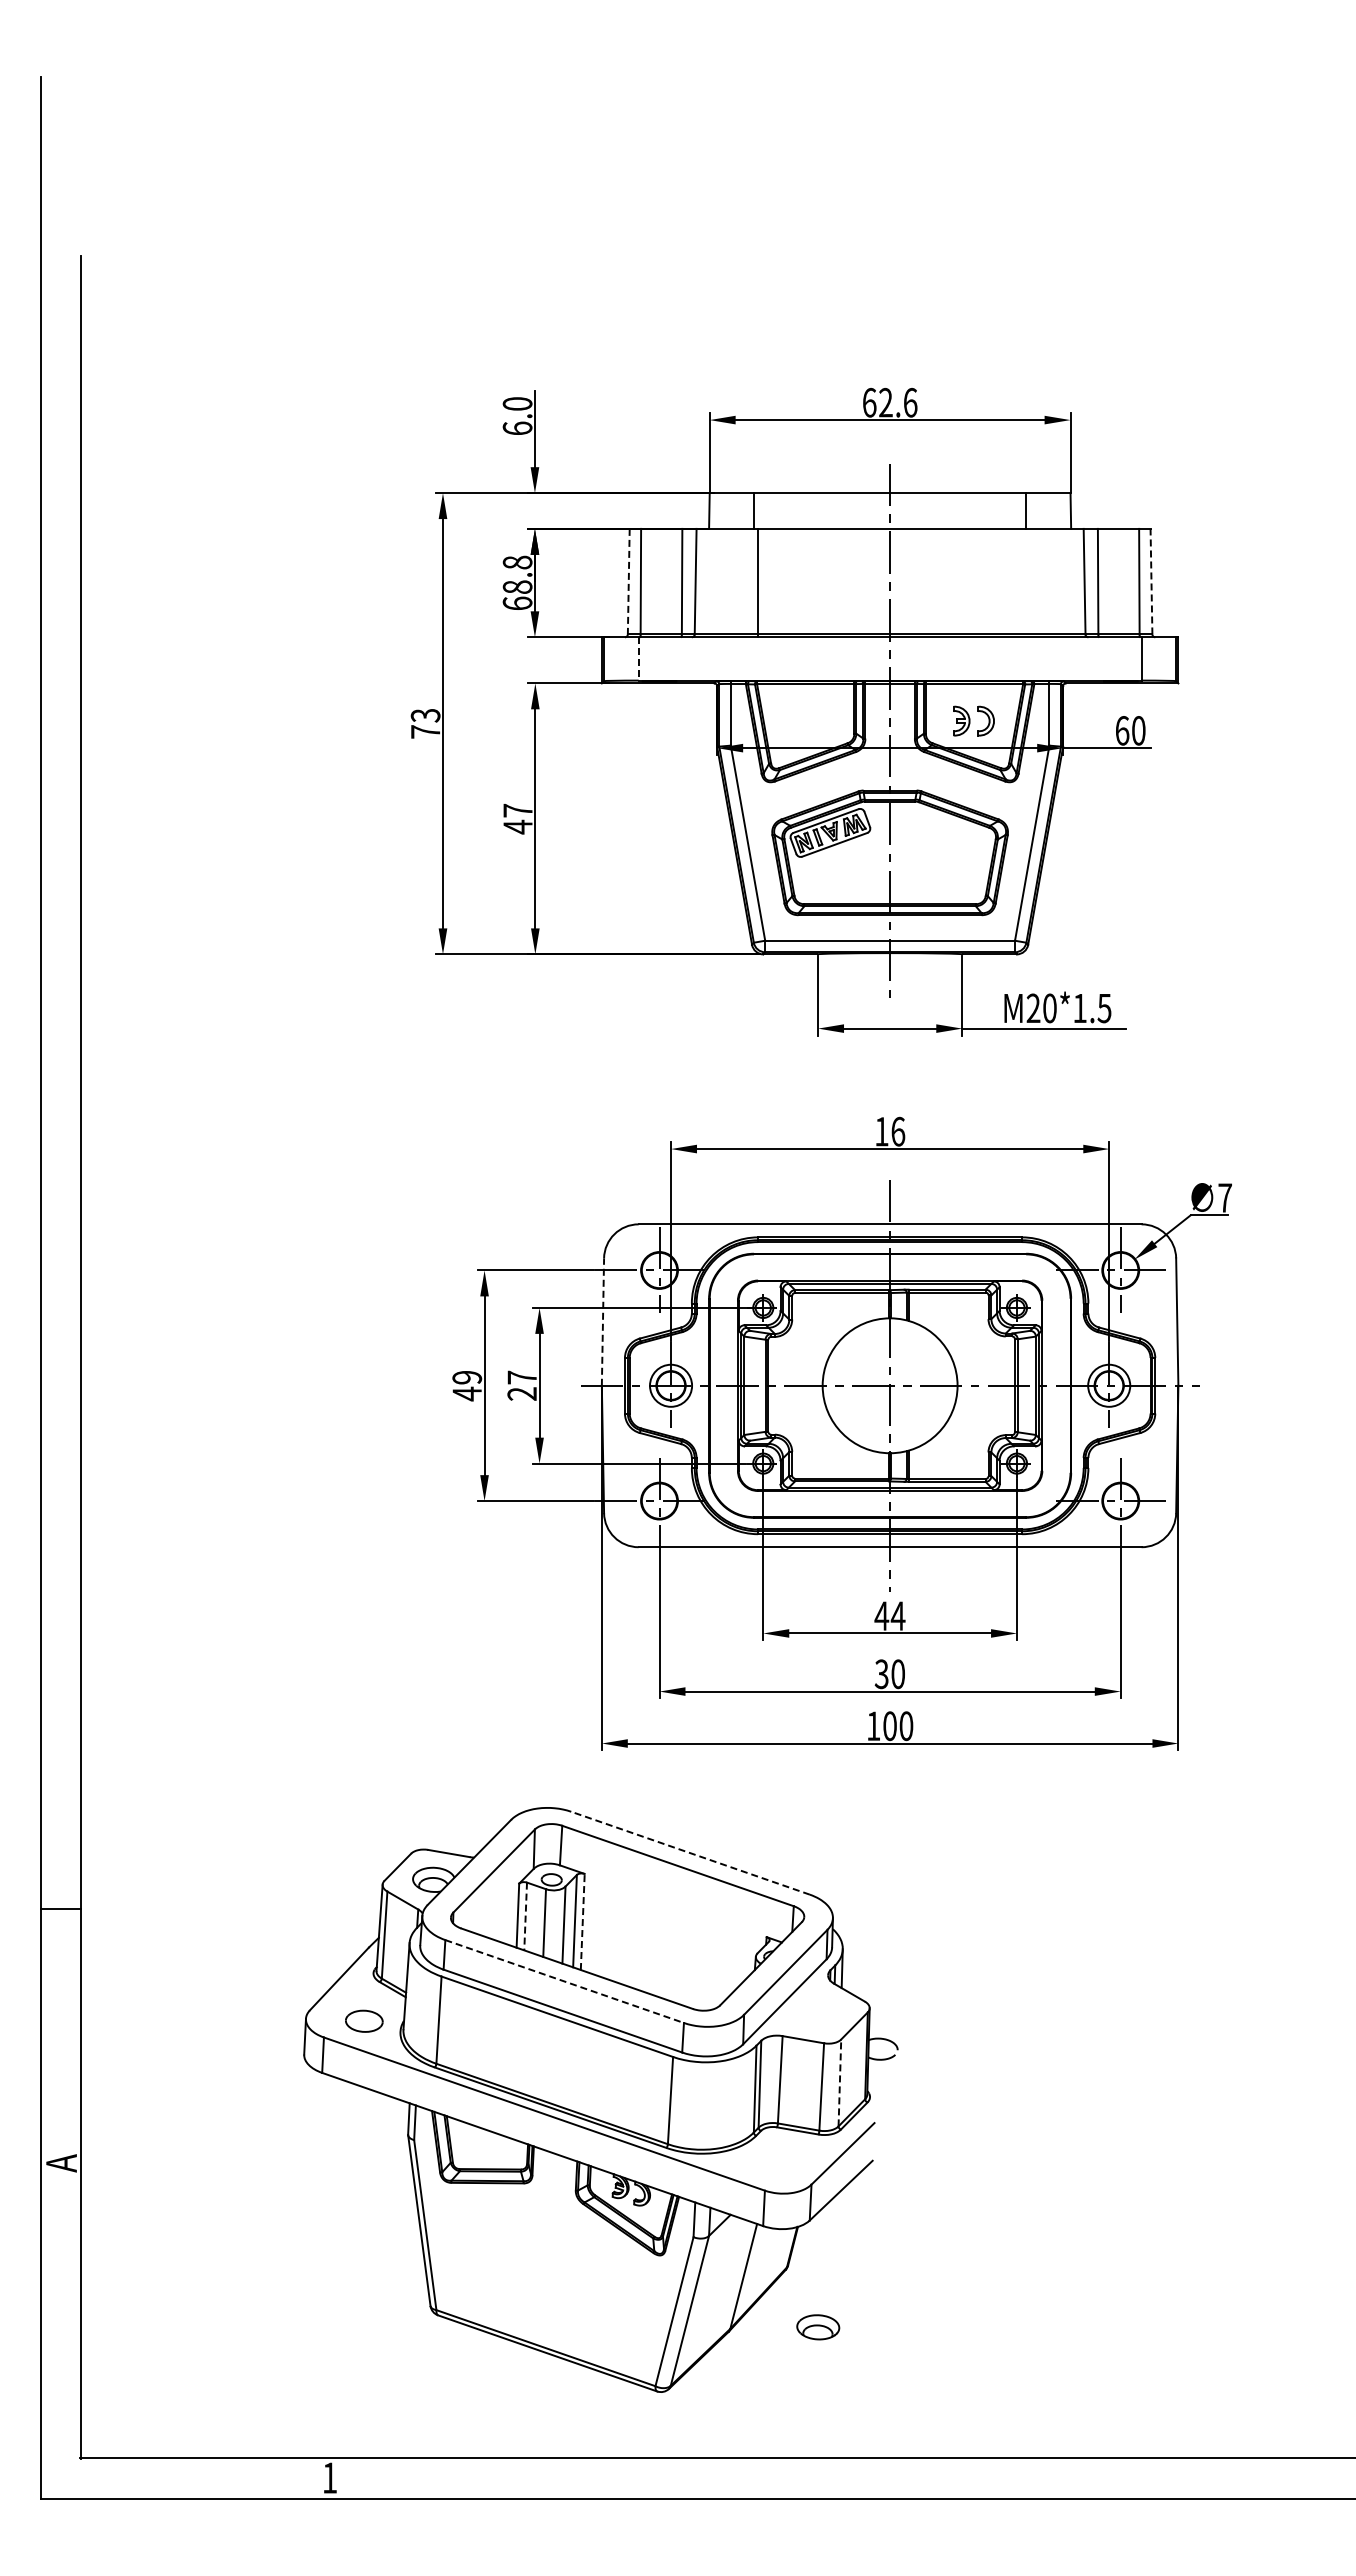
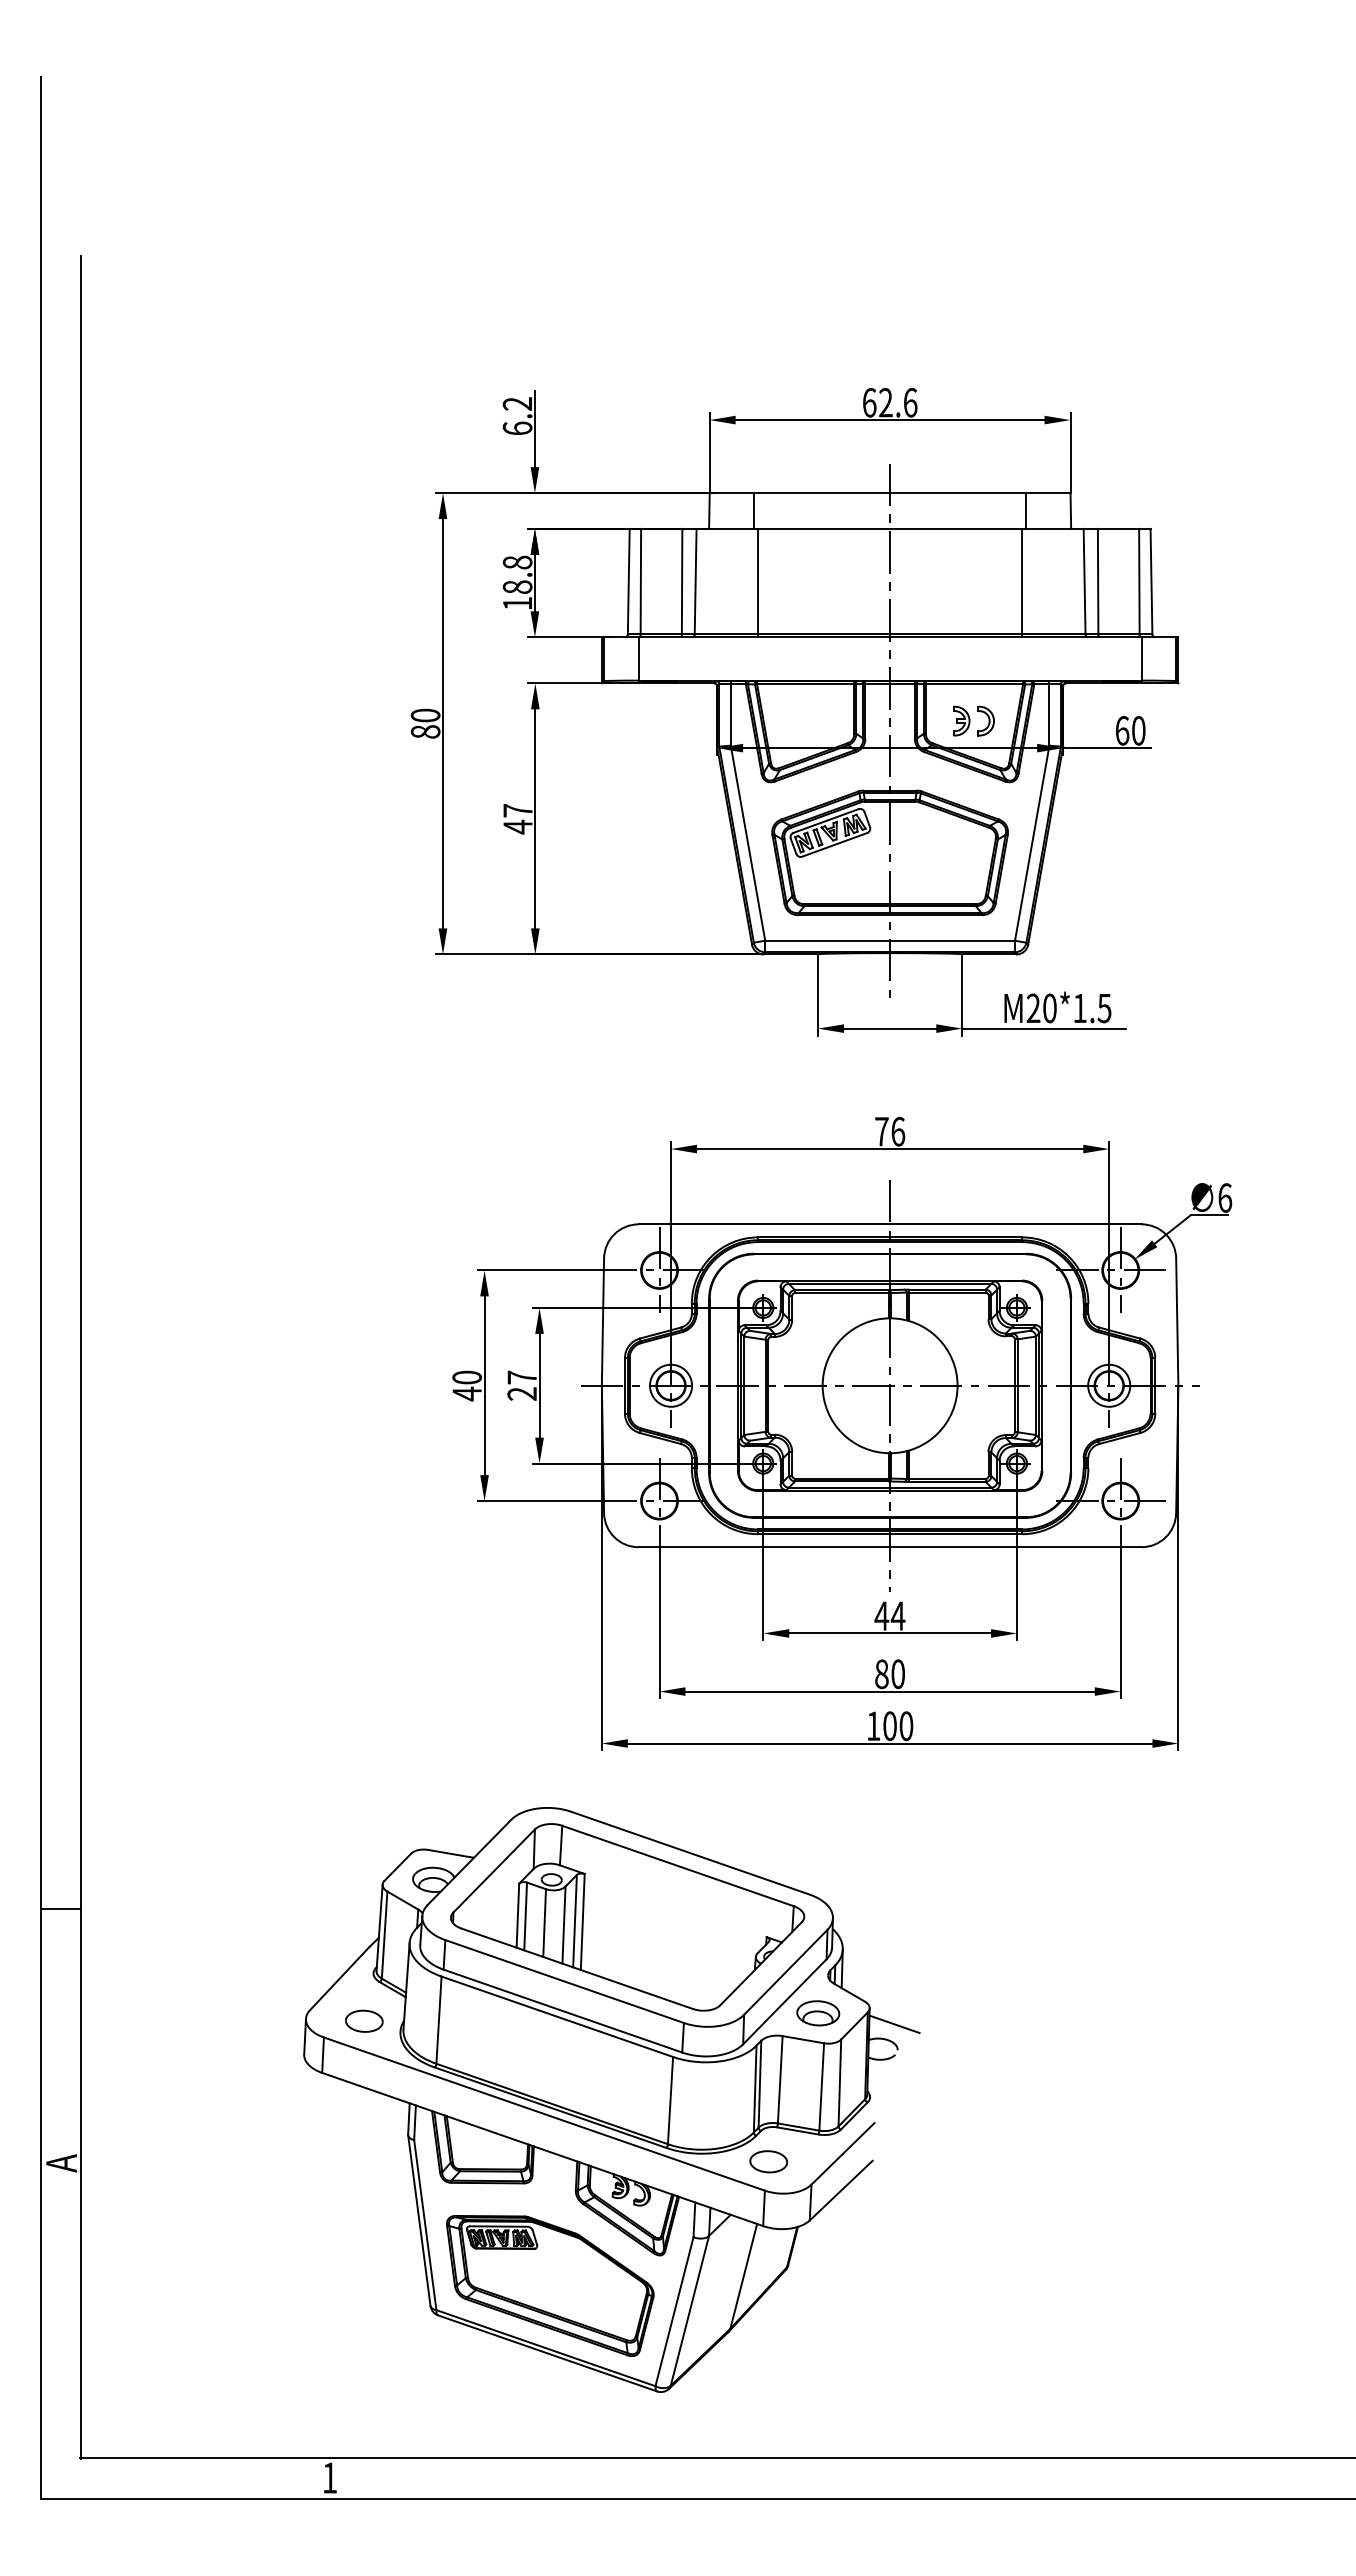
text at (517, 403): 6.0 -> 6.2
line at (628, 581): dashed -> solid
line at (1151, 581): dashed -> solid
line at (1022, 582): none -> present
text at (517, 602): 68.8 -> 18.8
line at (638, 658): dashed -> solid
text at (425, 723): 73 -> 80
text at (881, 1131): 16 -> 76
text at (1225, 1197): 7 -> 6
line at (602, 1322): dashed -> solid
text at (467, 1377): 49 -> 40
text at (881, 1673): 30 -> 80
line at (690, 1853): dashed -> solid
line at (525, 1916): dashed -> solid
line at (582, 1921): dashed -> solid
line at (565, 1981): dashed -> solid
line at (894, 2024): none -> present
line at (839, 2082): dashed -> solid
part at (768, 2161): none -> present
part at (550, 2285): none -> present
part at (818, 2327) position: (818, 2327) -> (818, 2013)
